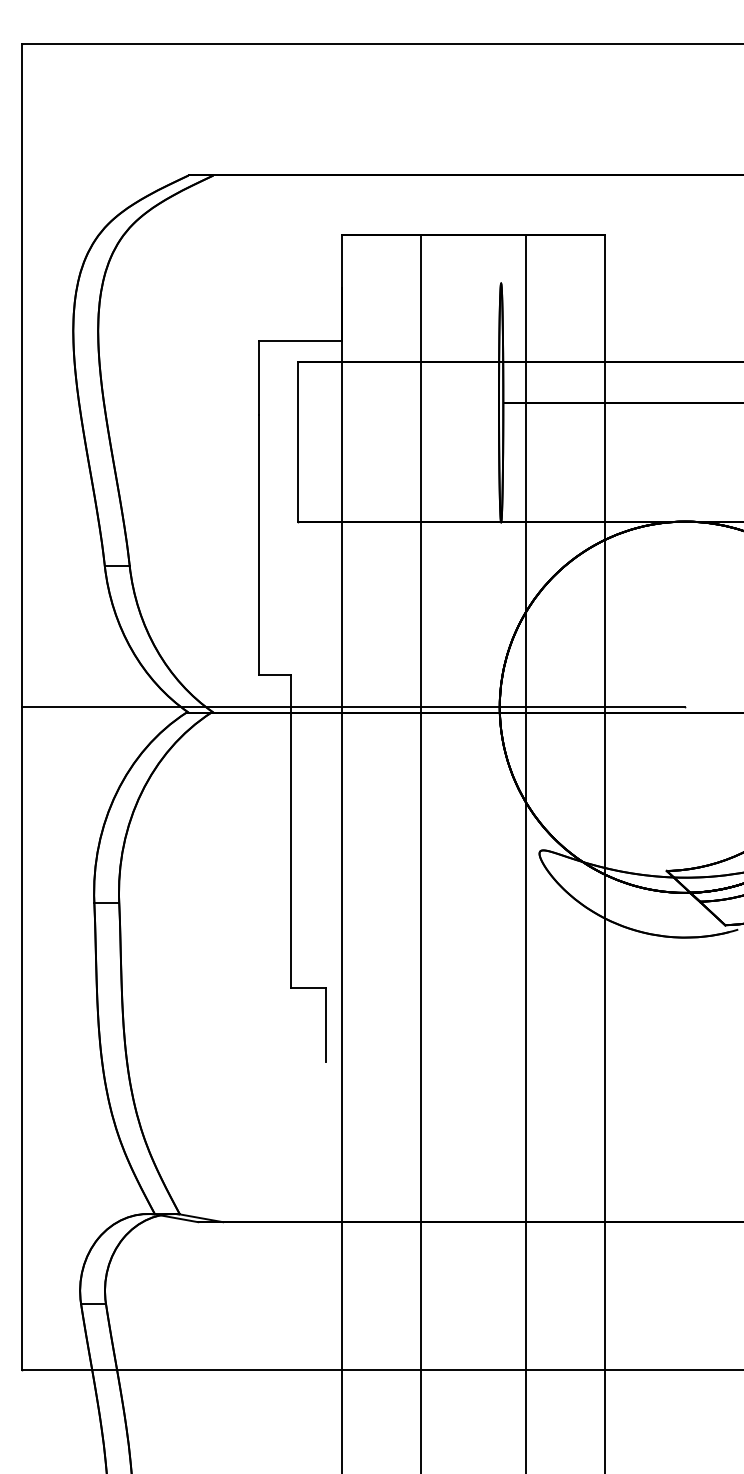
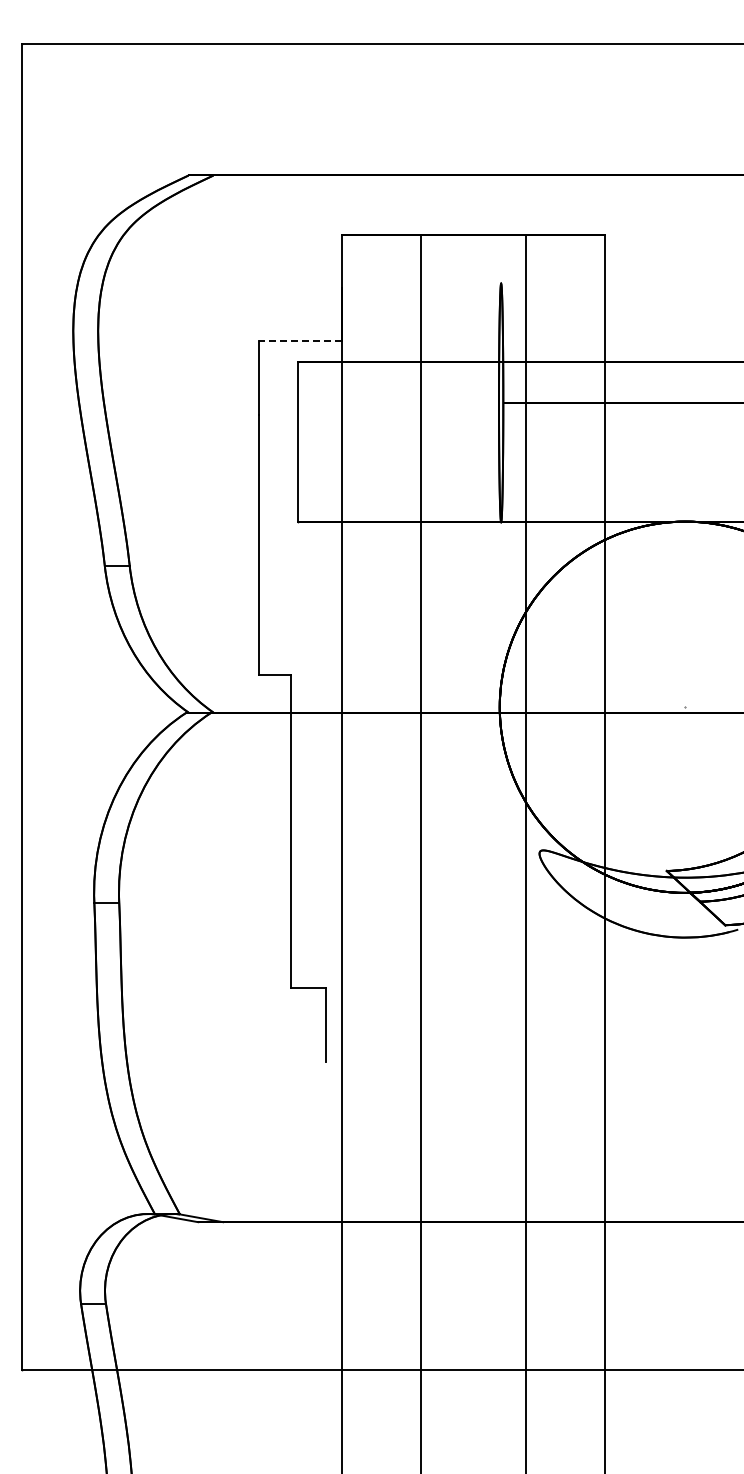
line at (299, 341): solid -> dashed
line at (353, 707): present -> none
